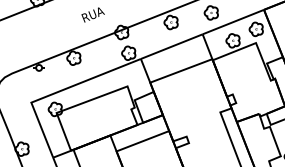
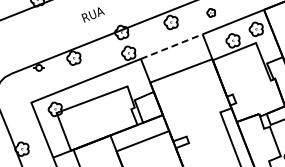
part at (210, 12) size: 16x16 px -> 11x10 px
line at (172, 46): solid -> dashed
